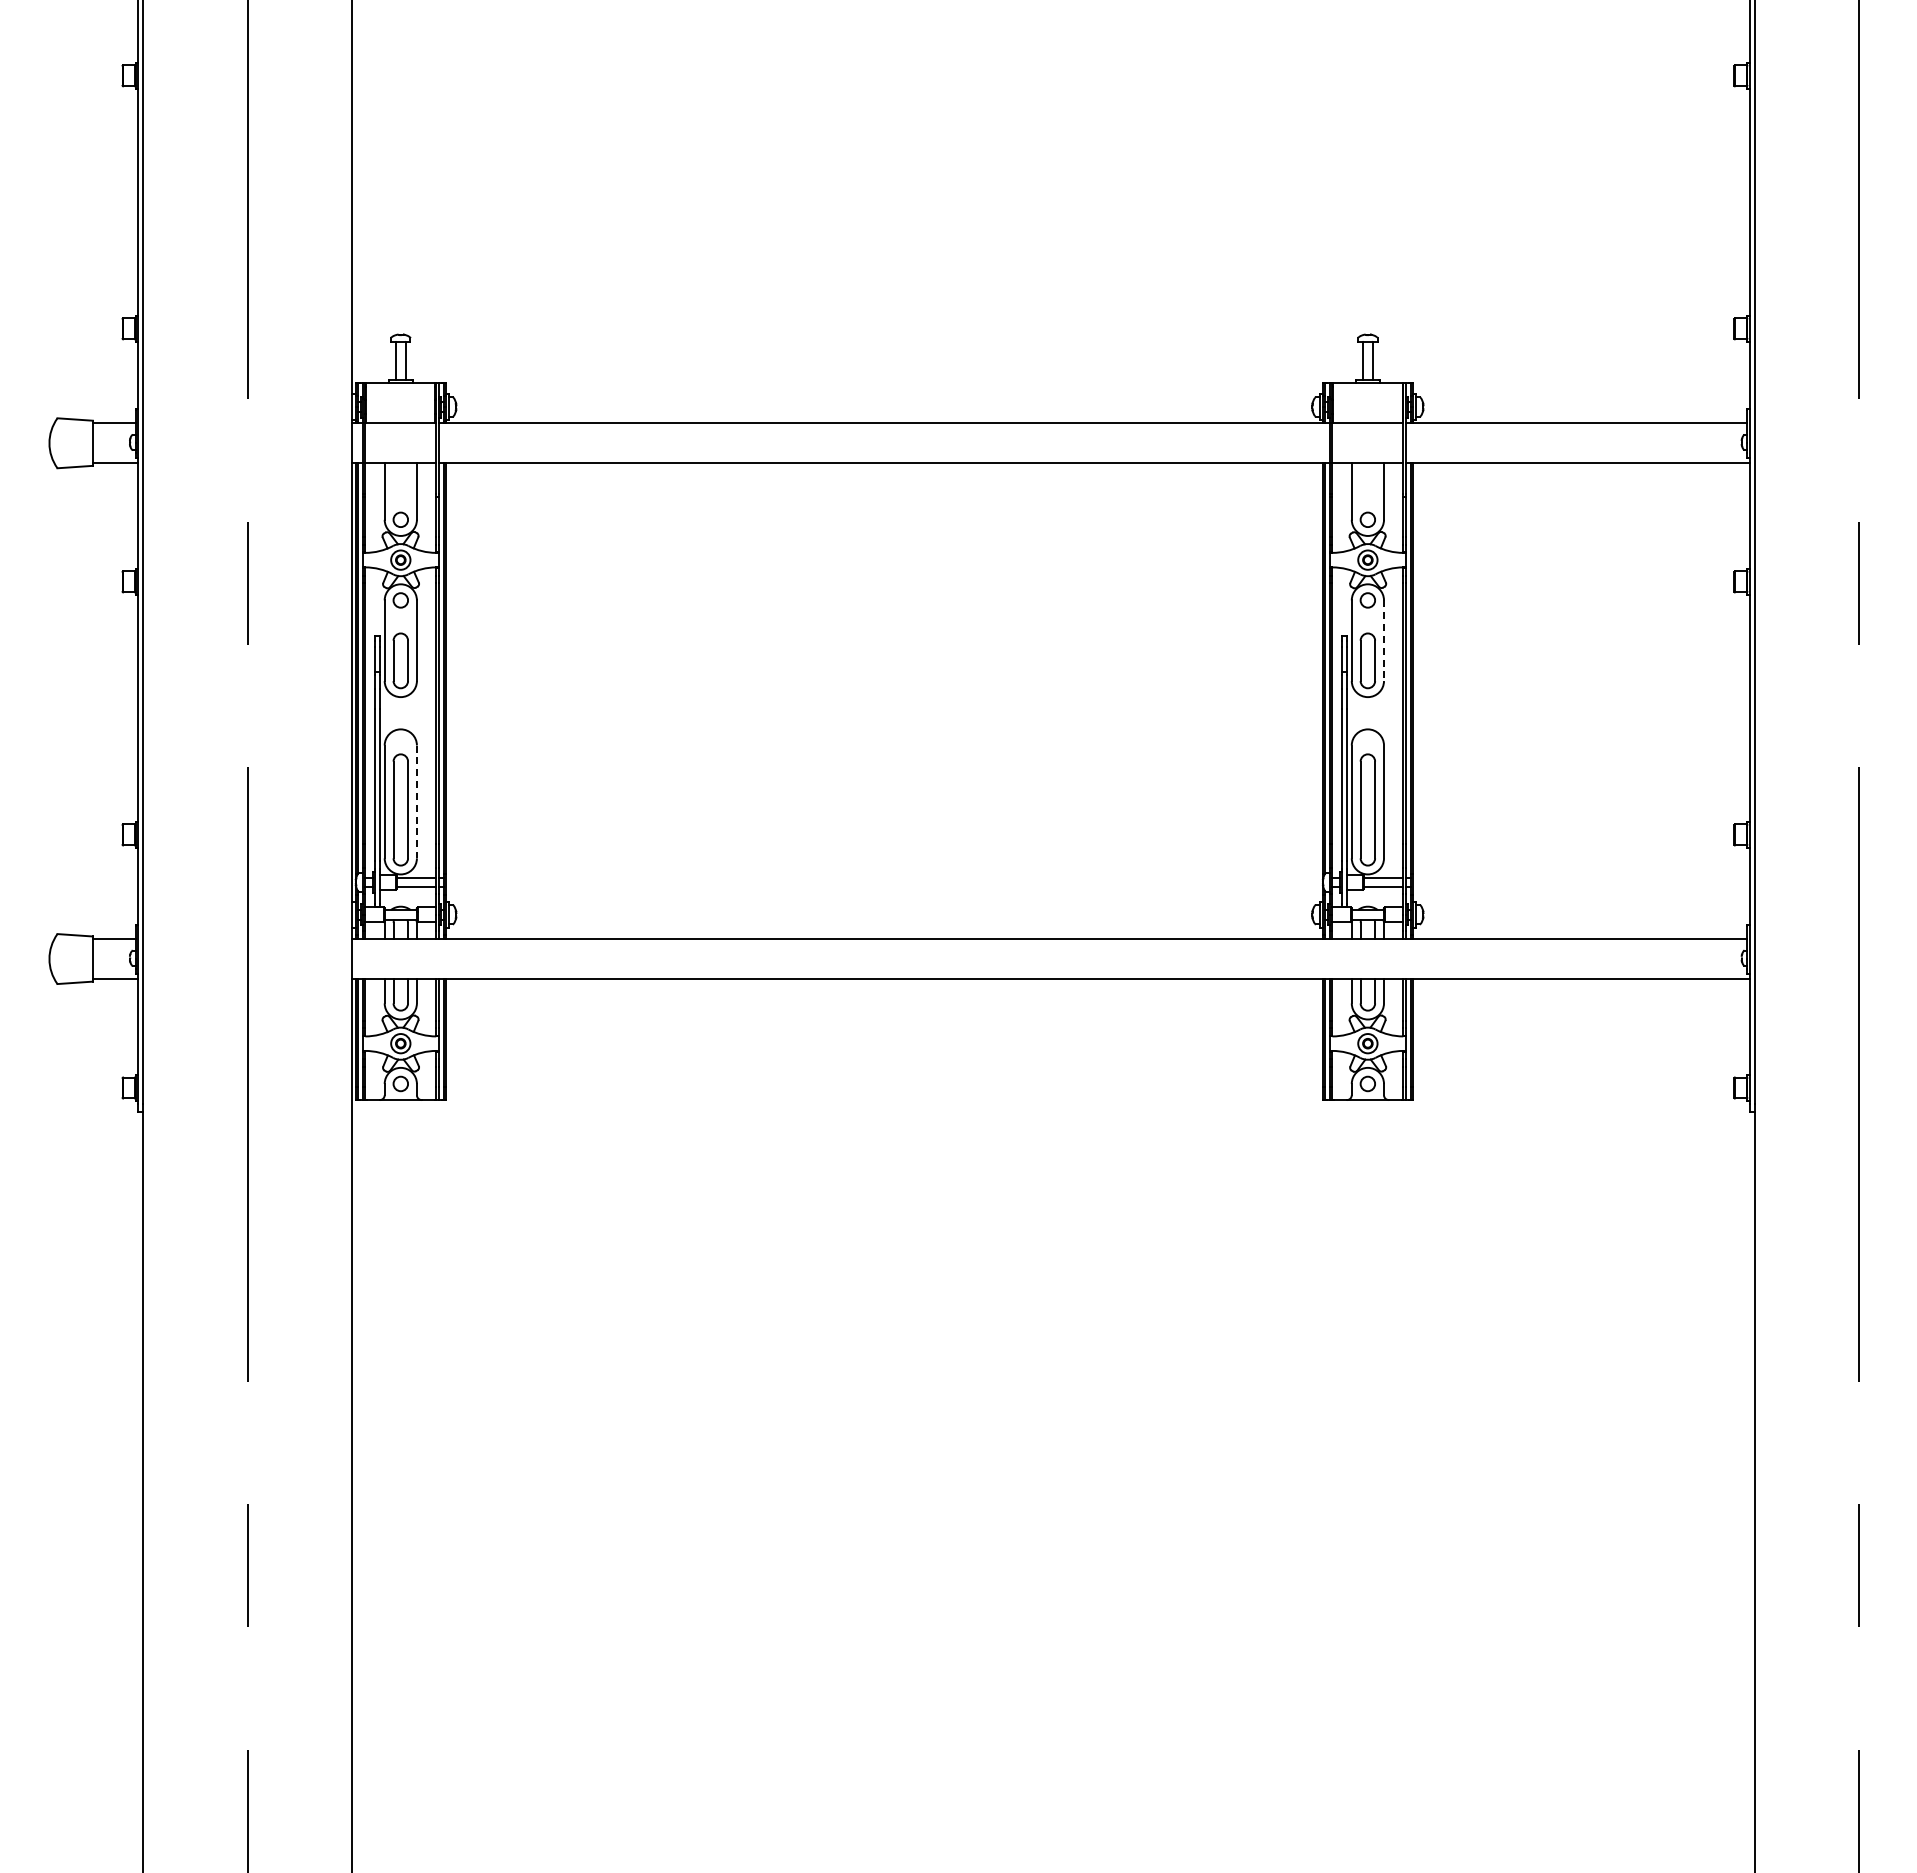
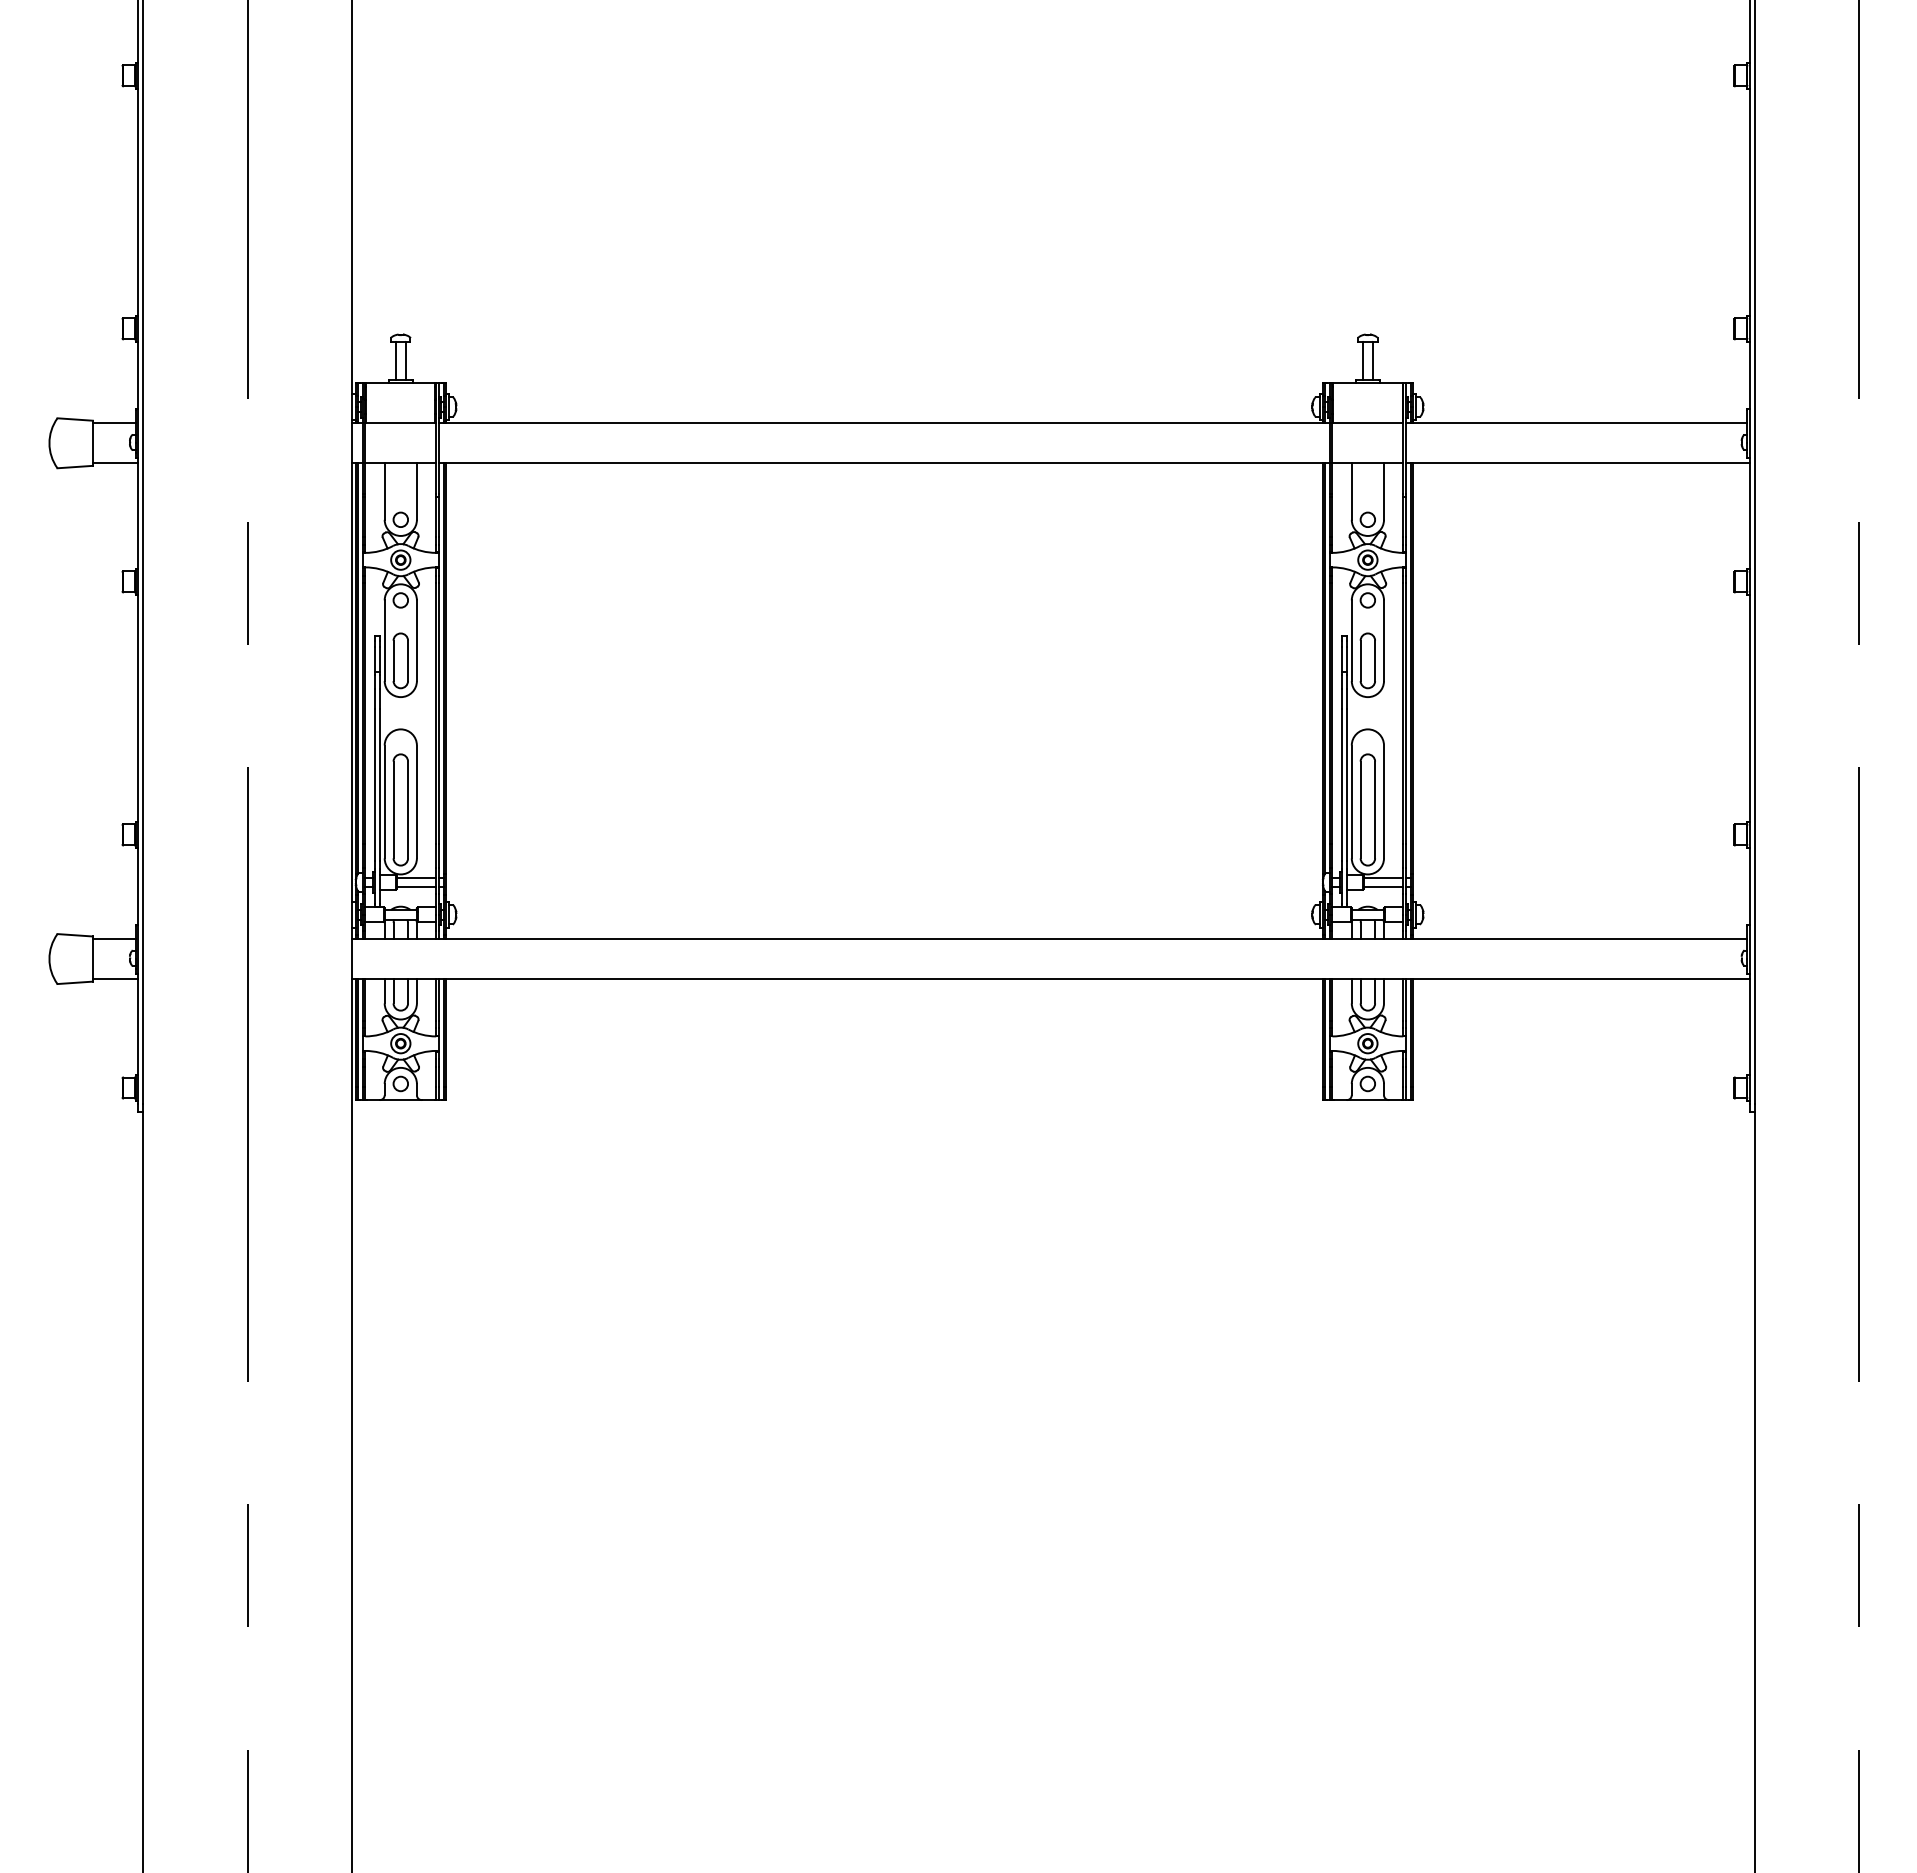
line at (1384, 641): dashed -> solid
line at (416, 802): dashed -> solid
